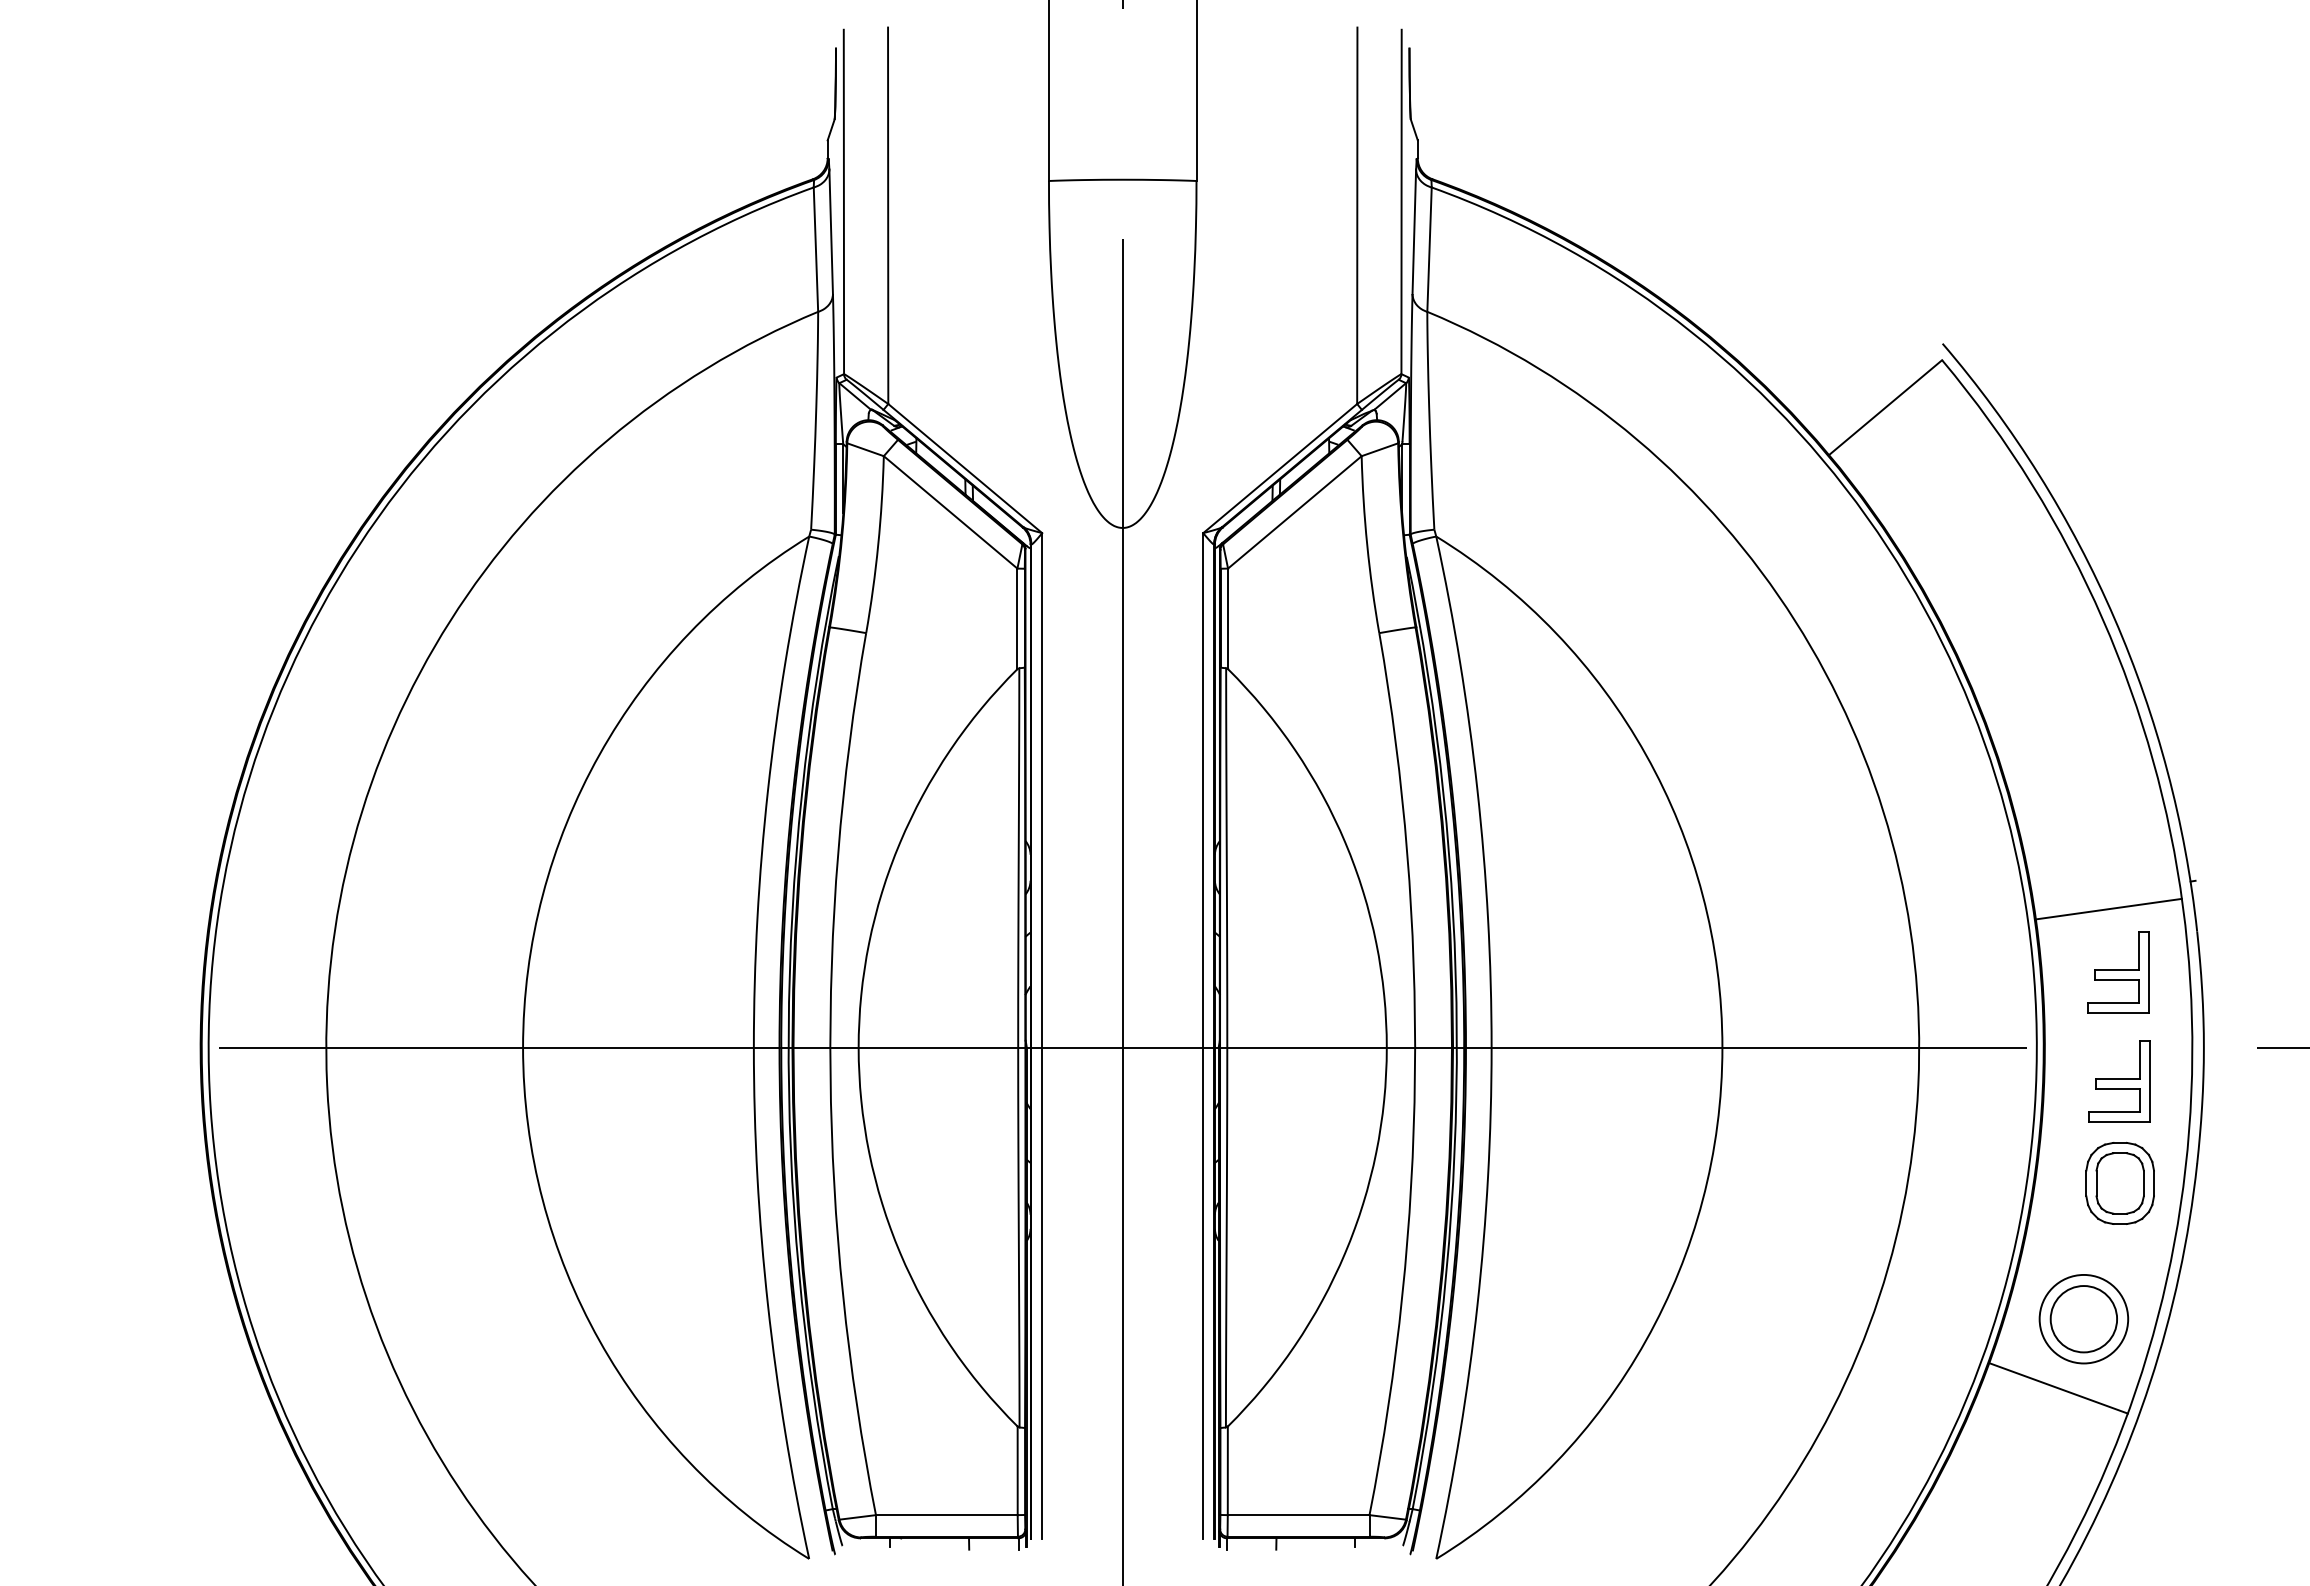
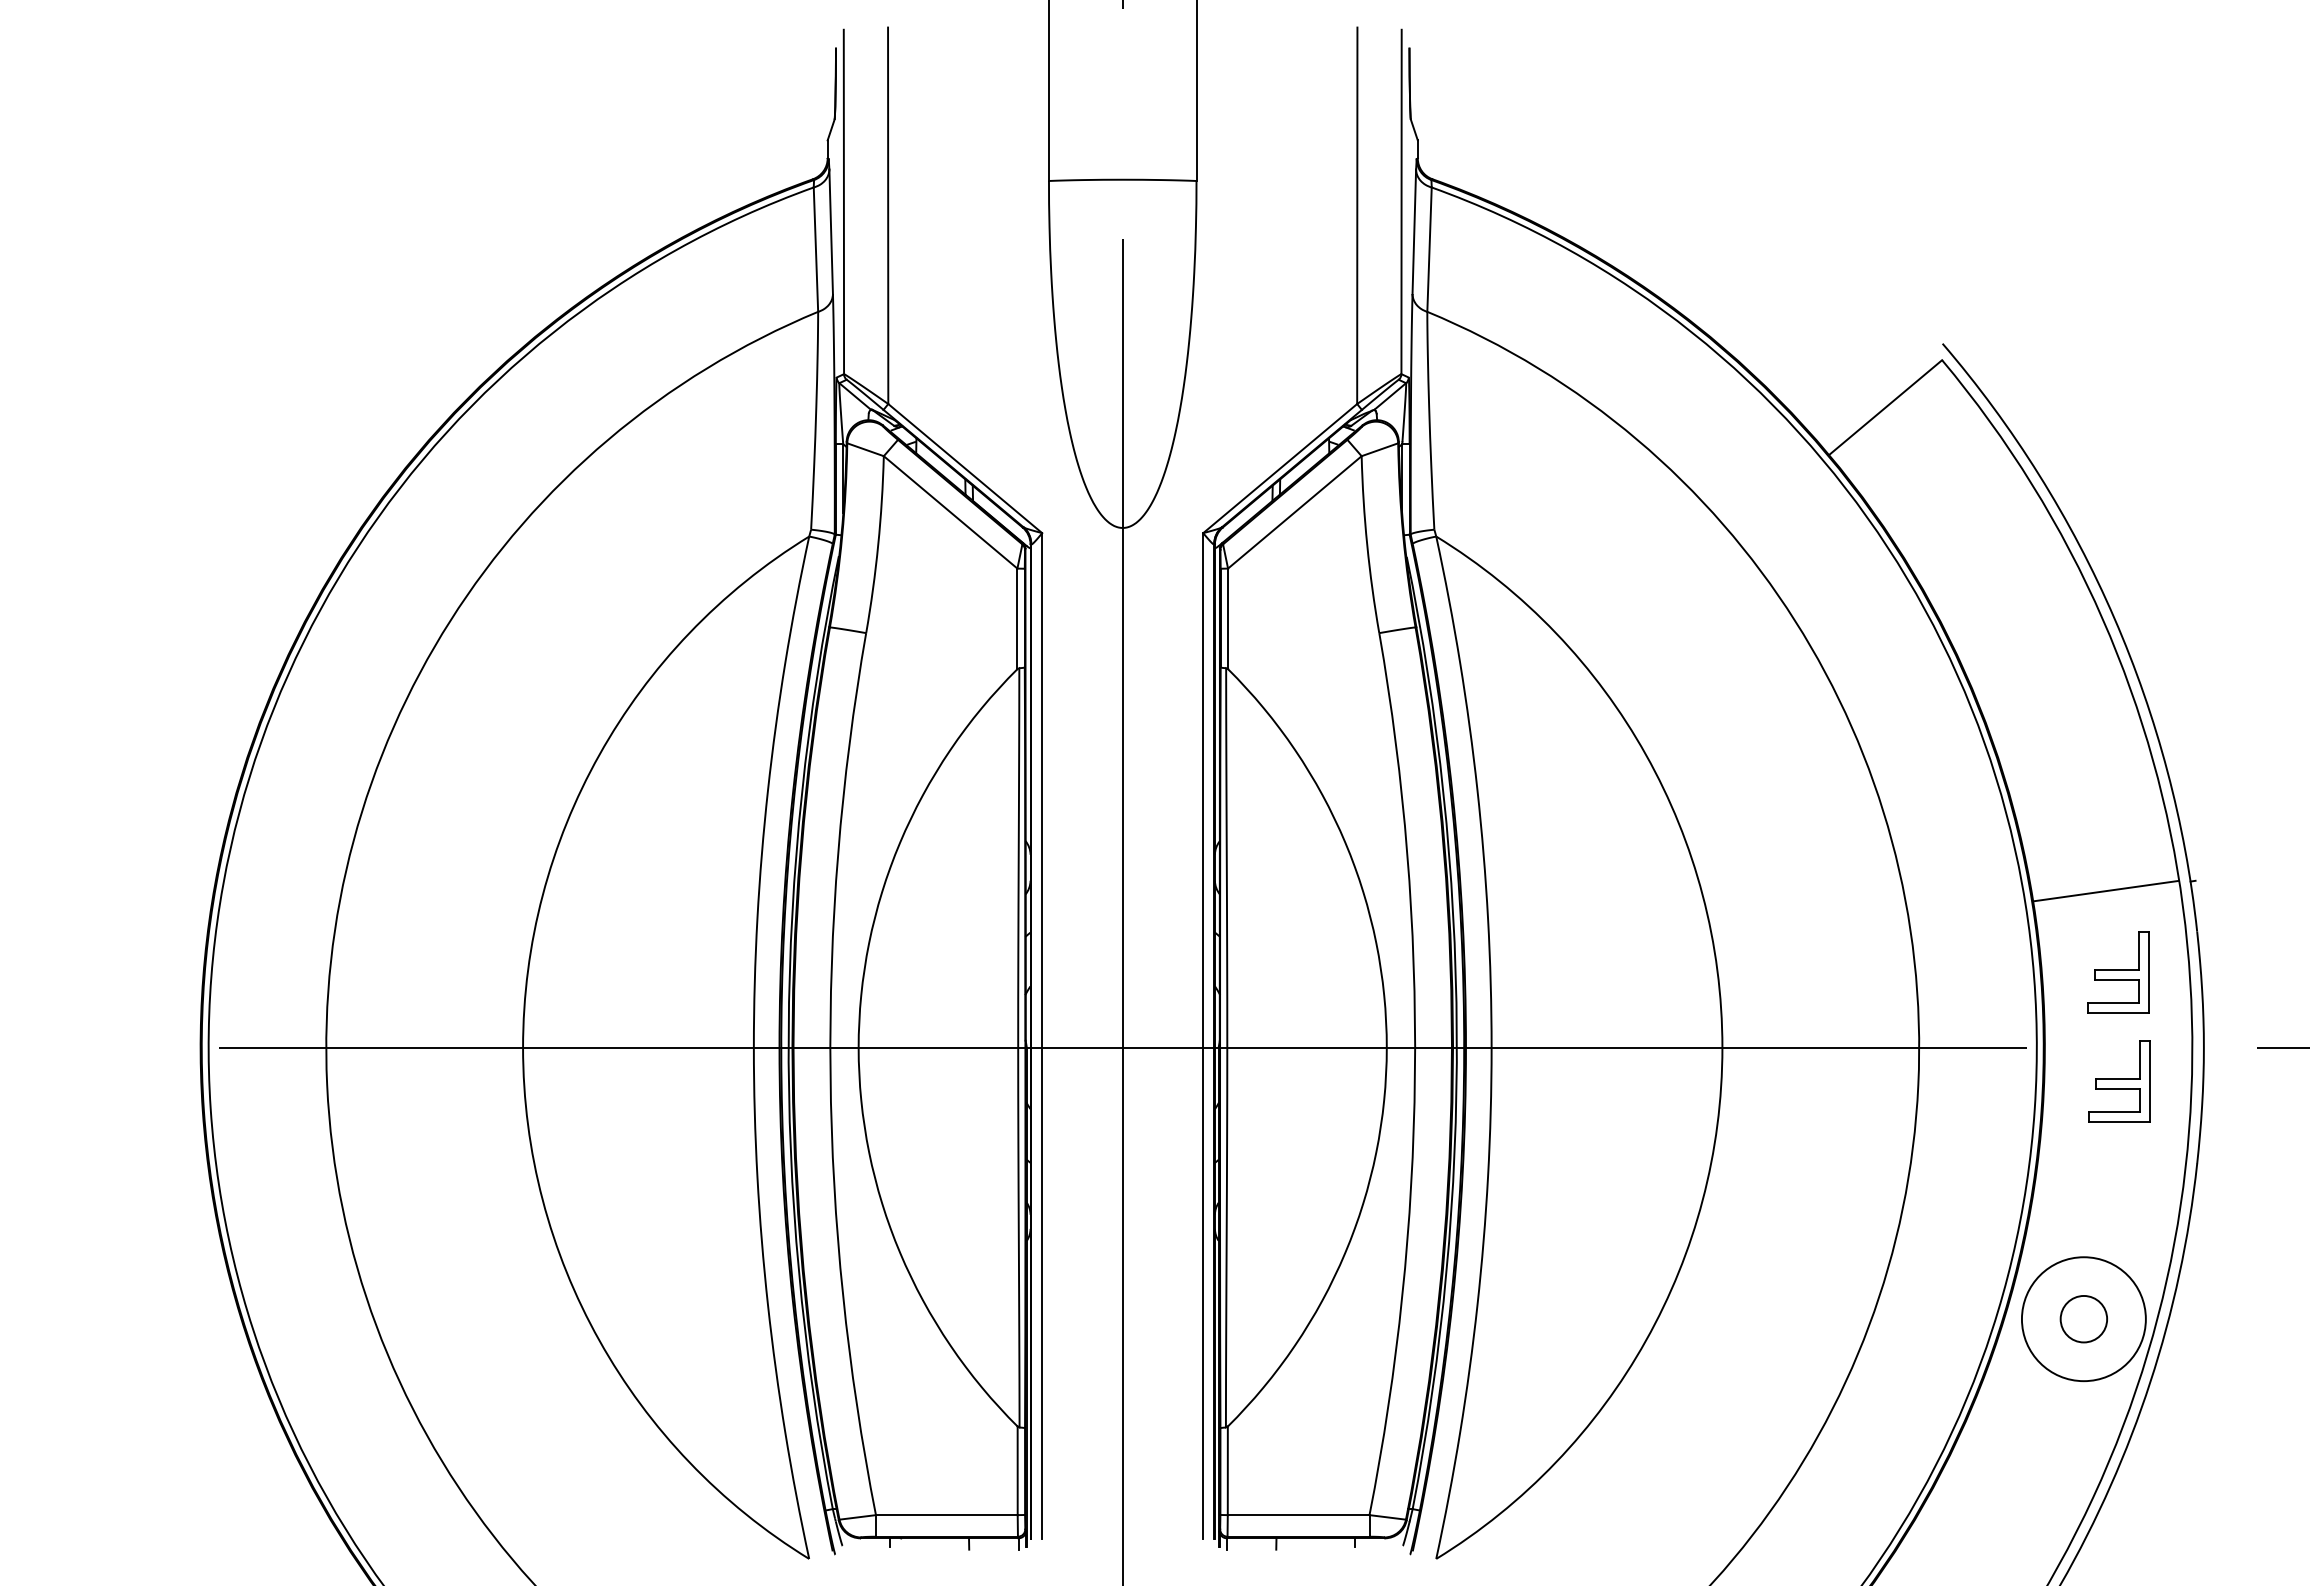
line at (2108, 908) position: (2108, 908) -> (2105, 890)
part at (2119, 1182): present -> none
circle at (2083, 1318) diameter: 89 px -> 124 px
circle at (2083, 1319) diameter: 66 px -> 46 px
line at (2058, 1388): present -> none
